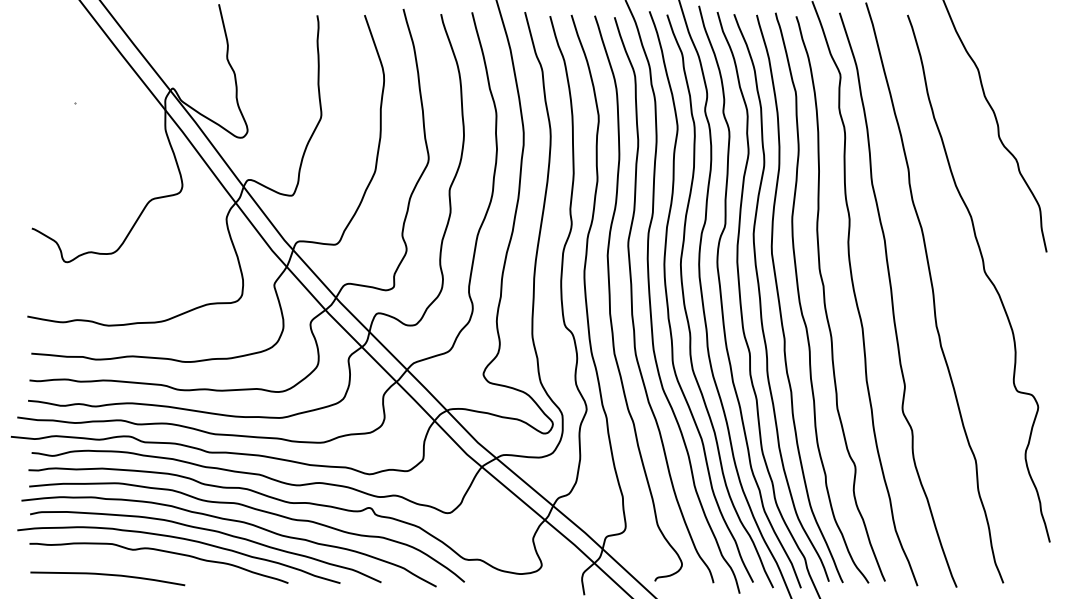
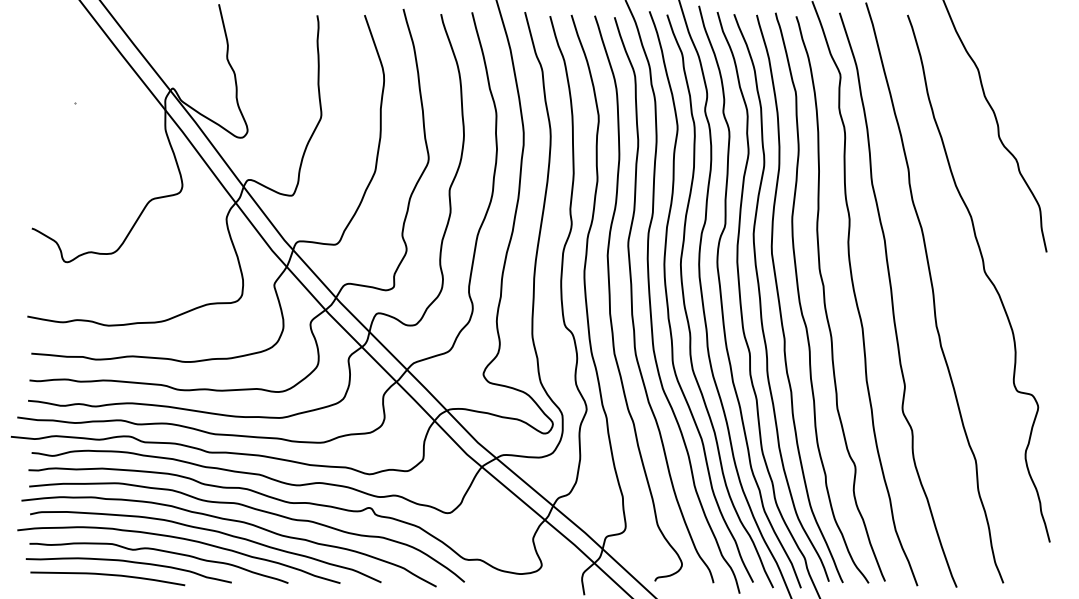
curve at (128, 562): none -> present
